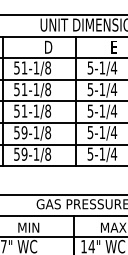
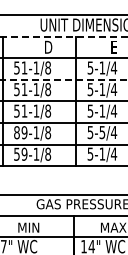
line at (64, 36): solid -> dashed
line at (63, 79): solid -> dashed
text at (16, 132): 59-1/8 -> 89-1/8
text at (102, 132): 5-1/4 -> 5-5/4
